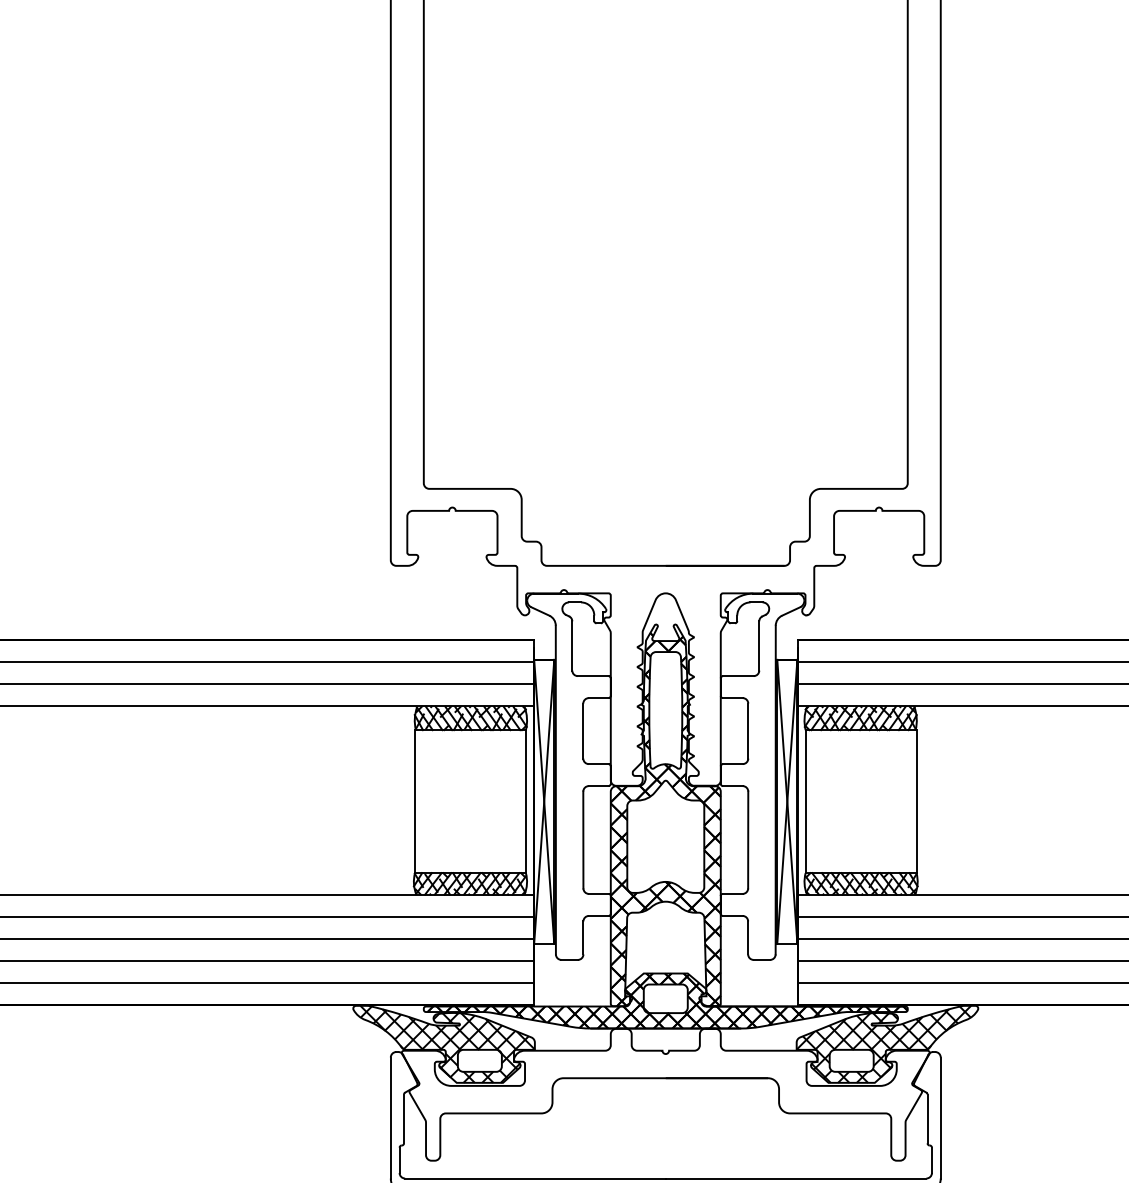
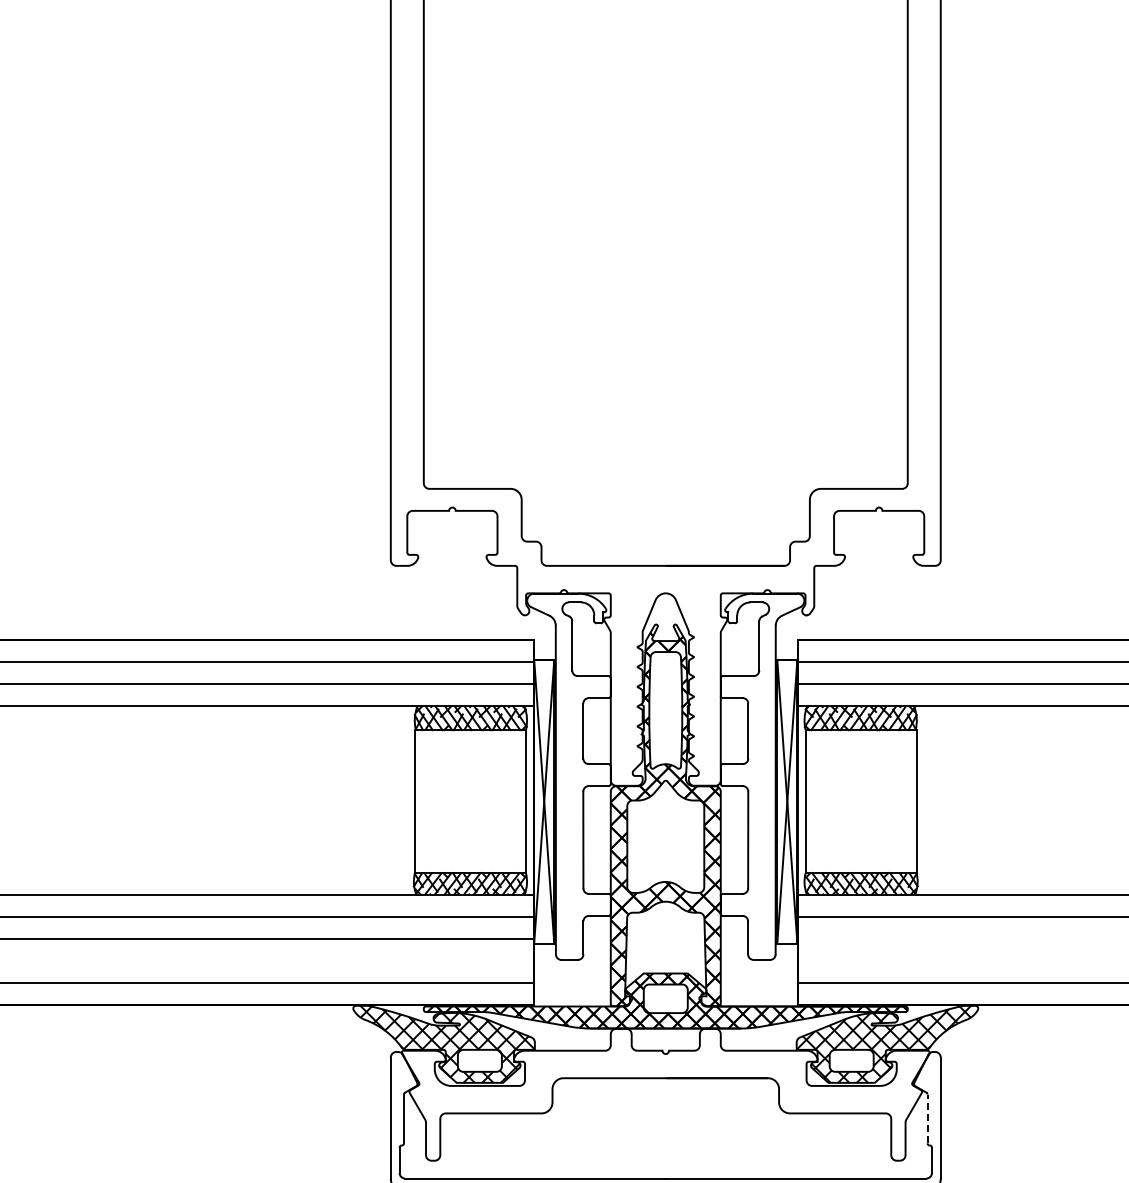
line at (961, 939): present -> none
line at (267, 961): present -> none
line at (961, 961): present -> none
line at (927, 1118): solid -> dashed
